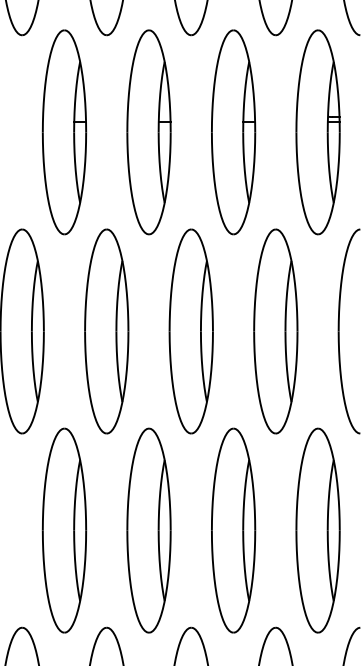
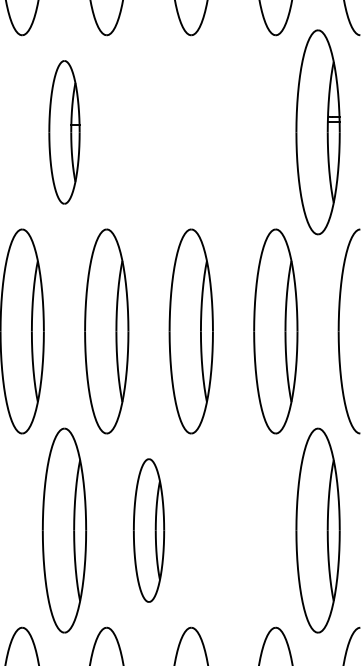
part at (64, 132) size: 47x207 px -> 33x145 px
part at (148, 132): present -> none
part at (233, 132): present -> none
part at (148, 530) size: 46x207 px -> 33x145 px
part at (233, 530): present -> none
